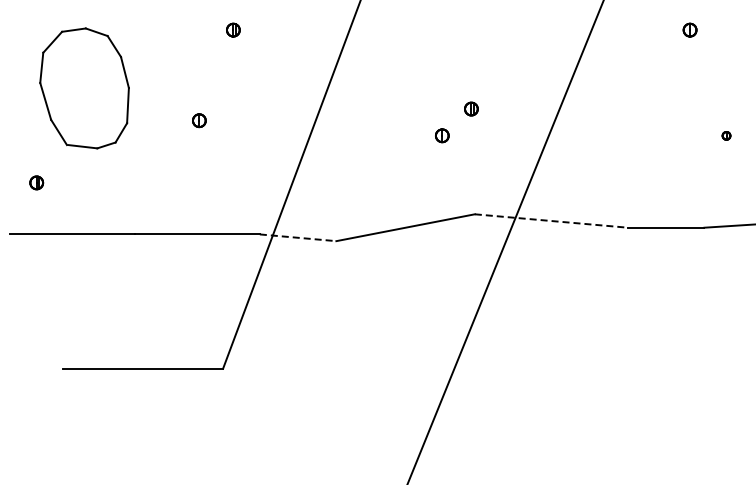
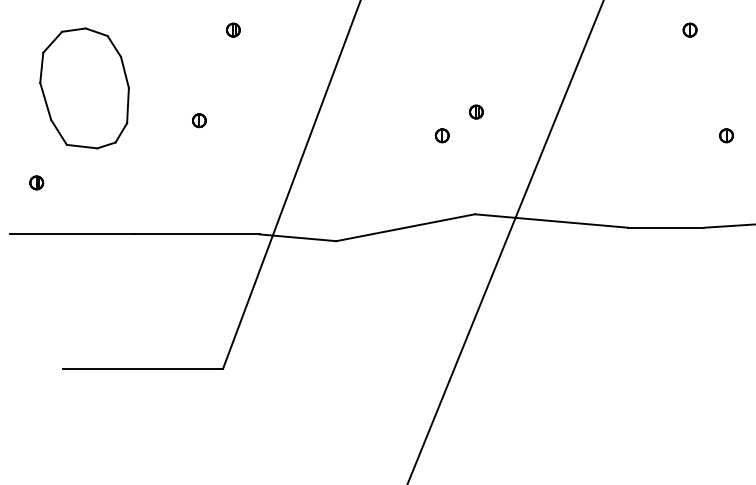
part at (471, 108) position: (471, 108) -> (476, 111)
part at (726, 135) size: 11x10 px -> 15x16 px
line at (551, 221): dashed -> solid
line at (298, 237): dashed -> solid
